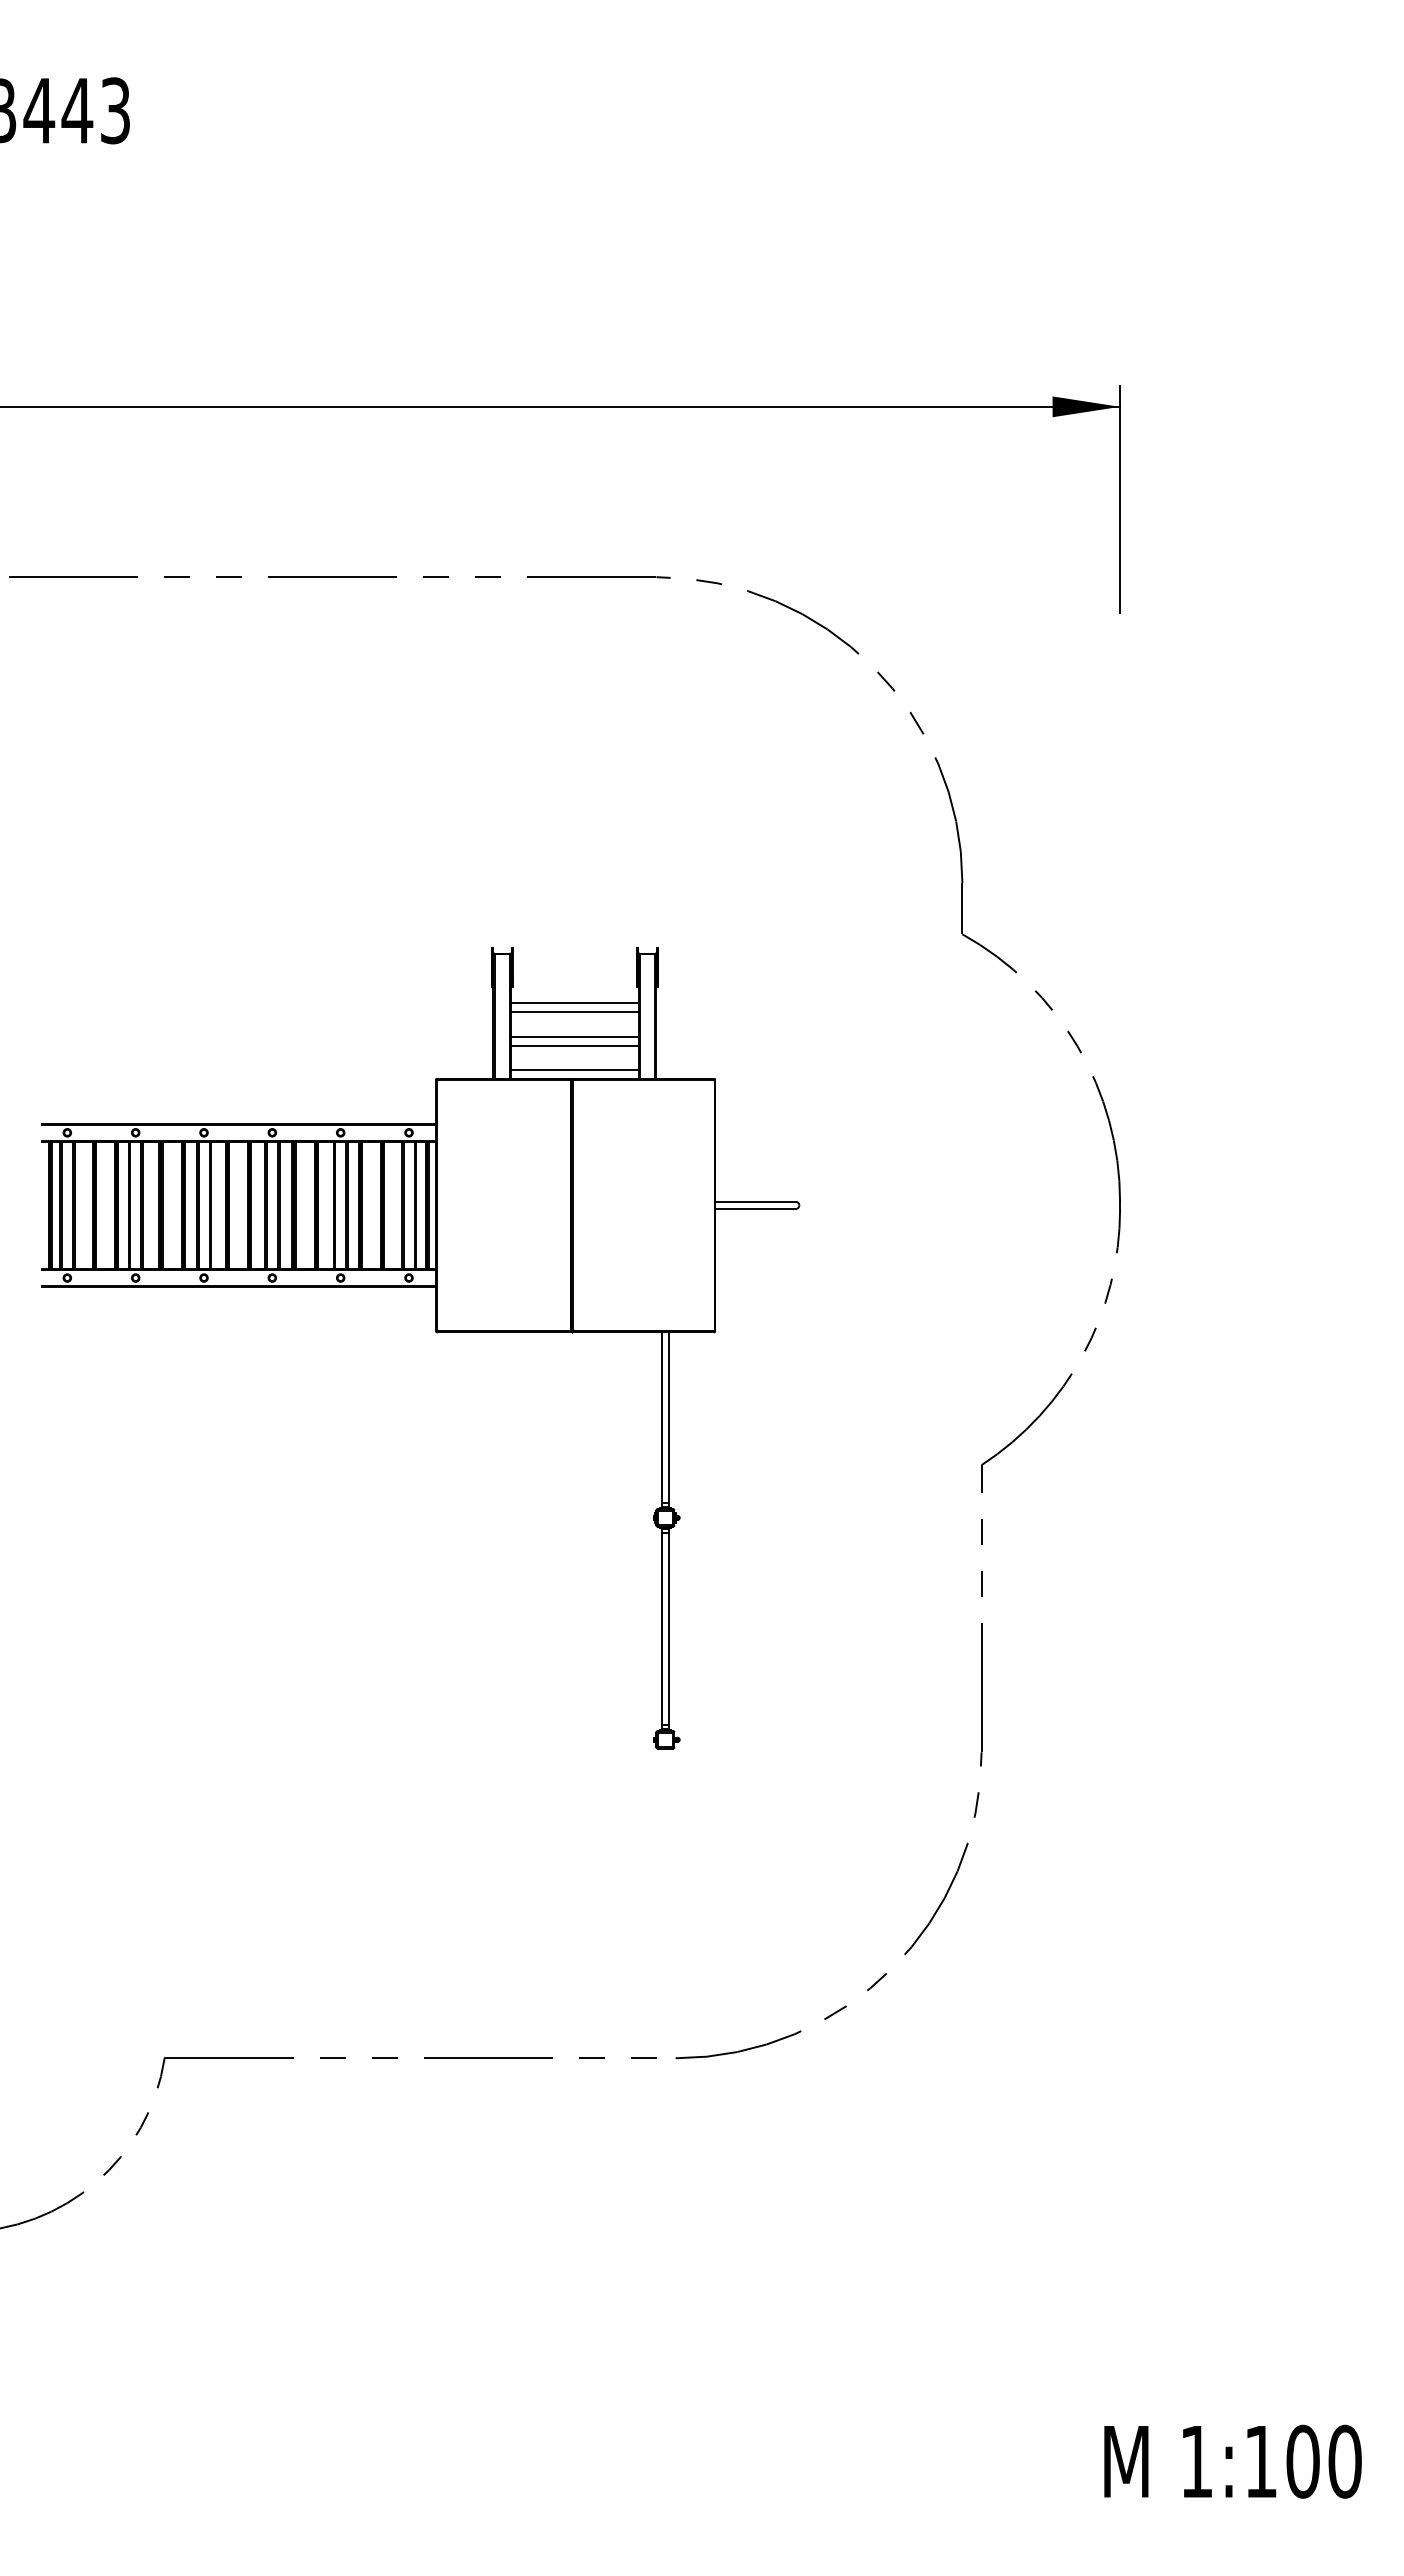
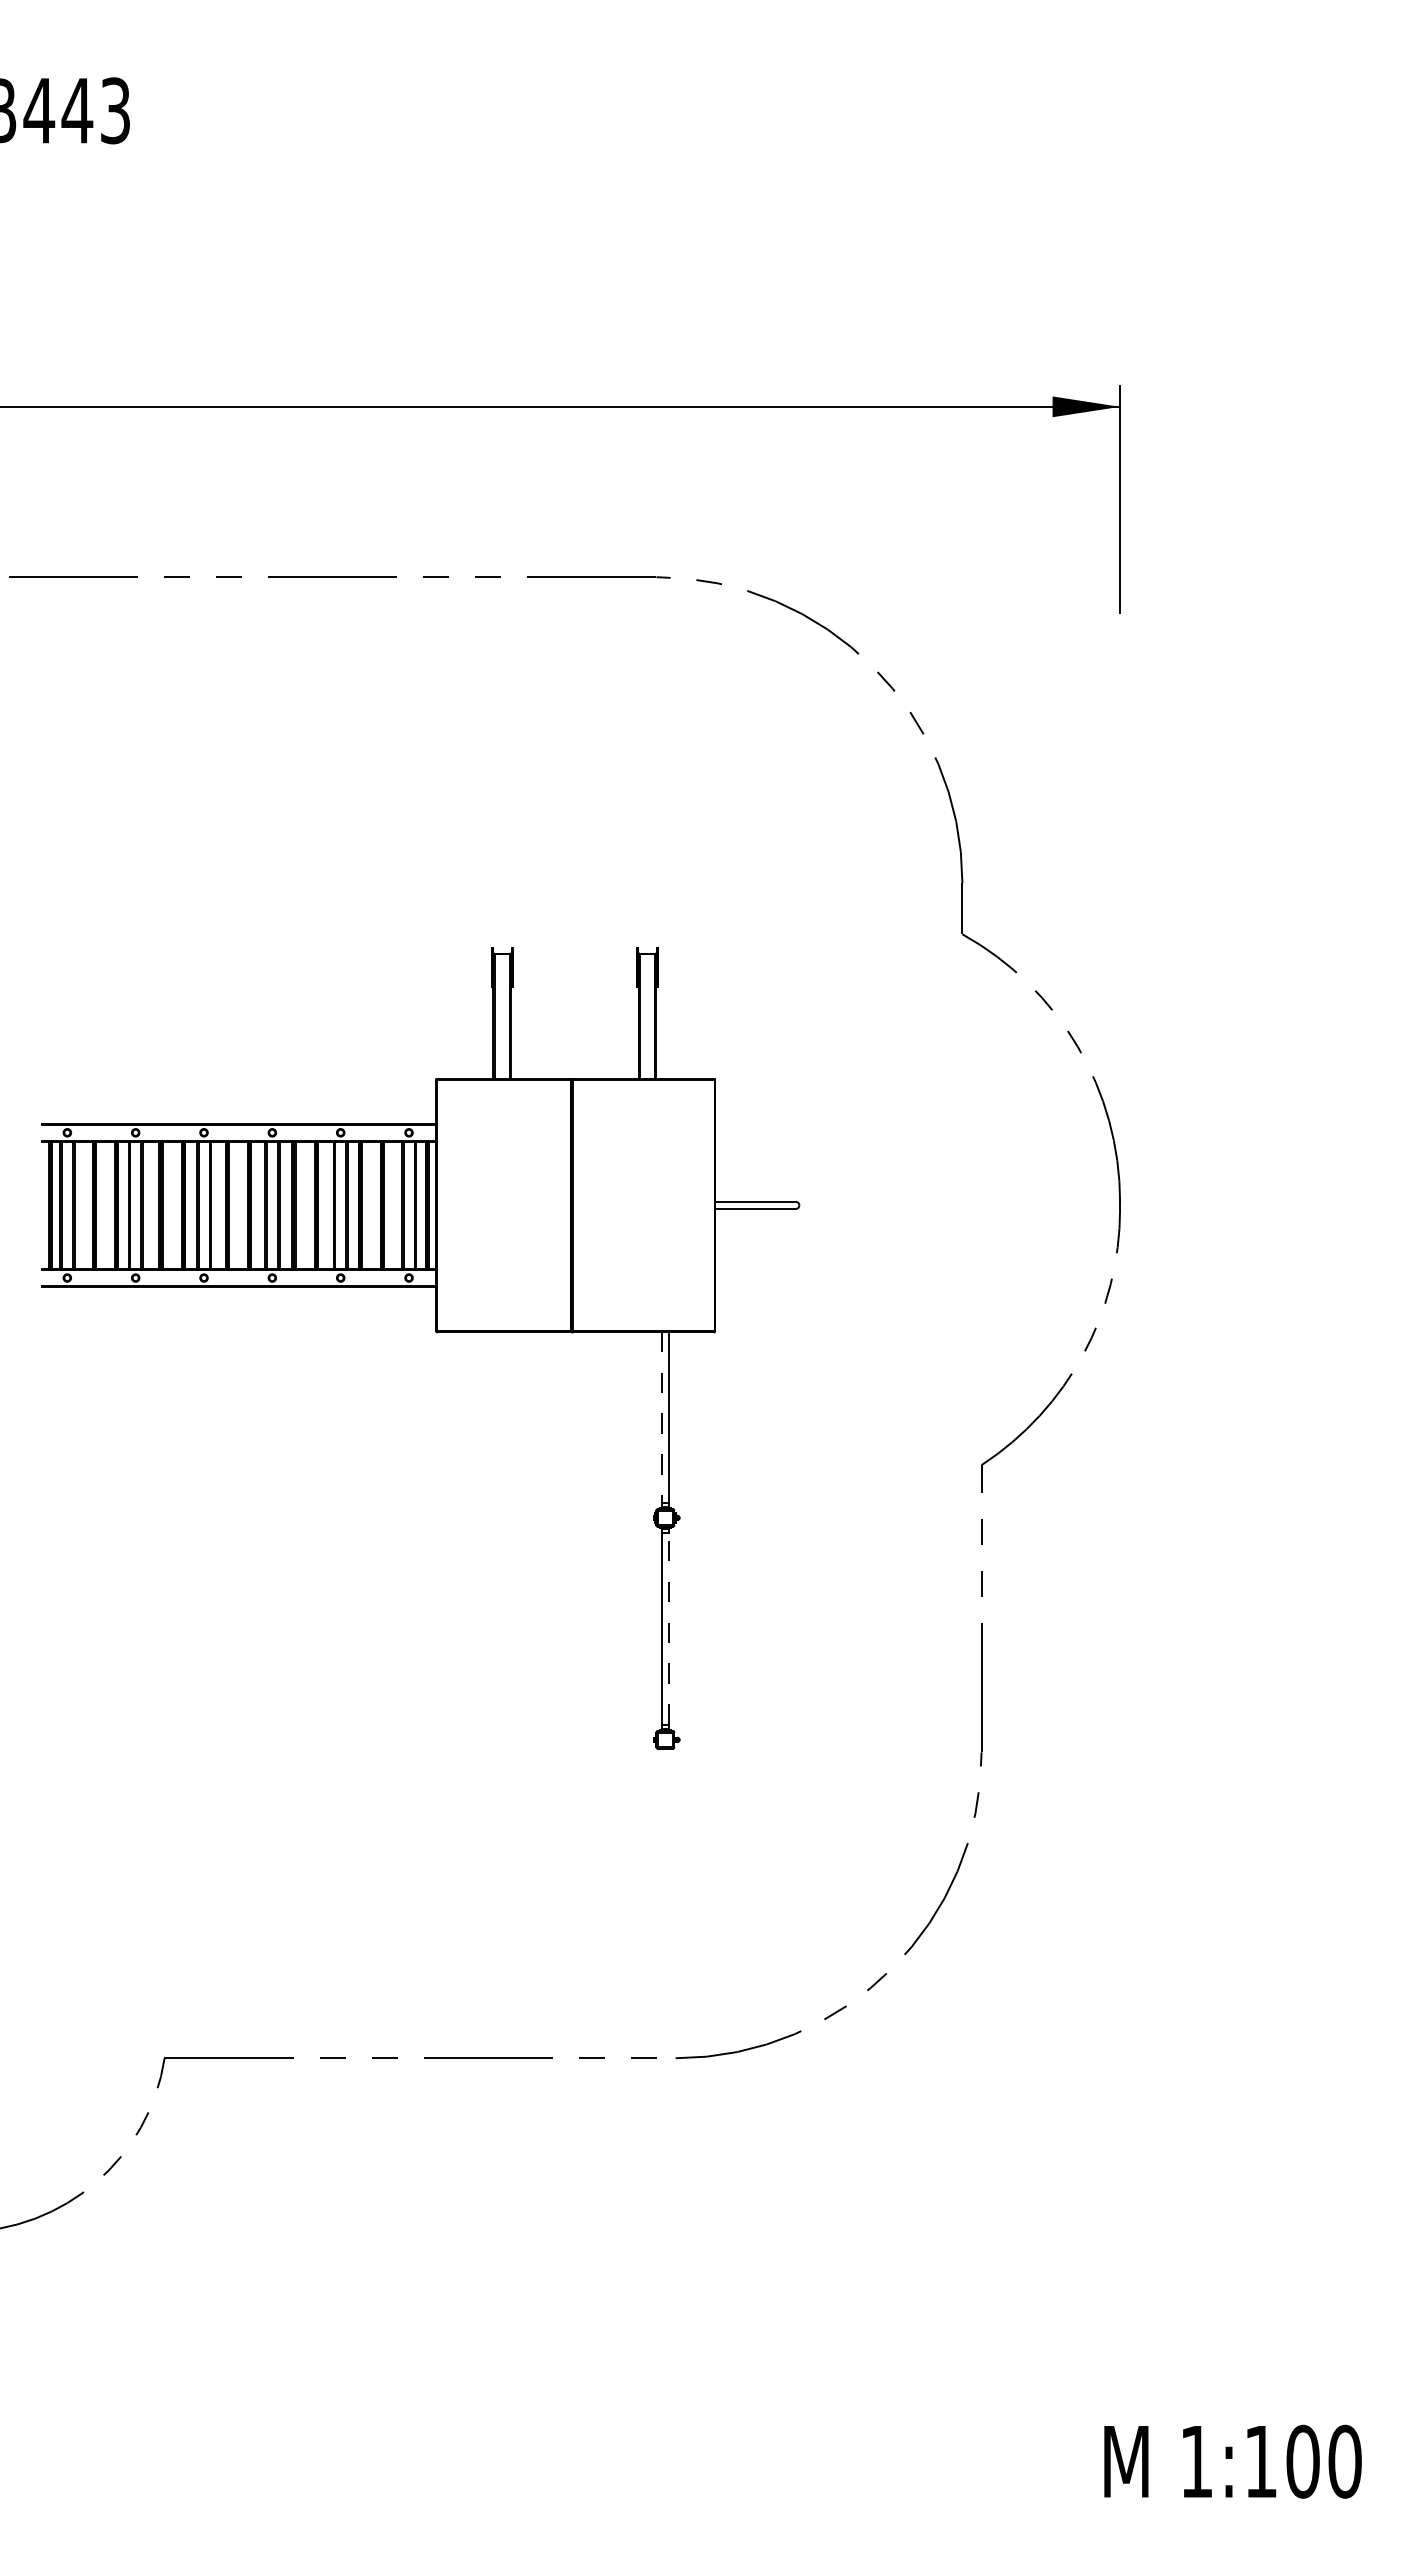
line at (574, 1003): present -> none
line at (574, 1012): present -> none
line at (574, 1036): present -> none
line at (574, 1045): present -> none
line at (574, 1070): present -> none
line at (662, 1417): solid -> dashed
line at (668, 1628): solid -> dashed
